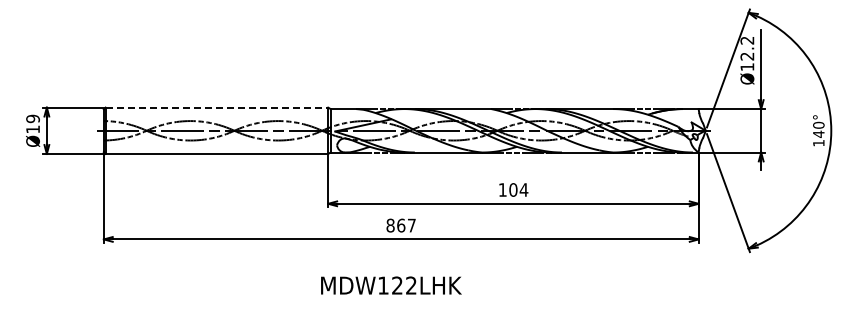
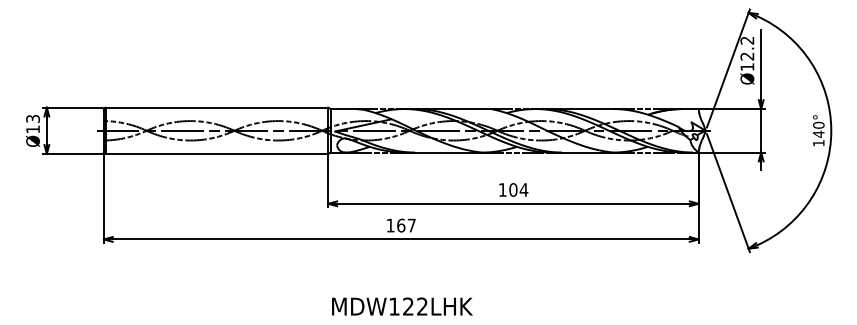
line at (217, 107): dashed -> solid
text at (32, 118): Ø19 -> Ø13
text at (390, 225): 867 -> 167
text at (391, 285) position: (391, 285) -> (402, 306)
